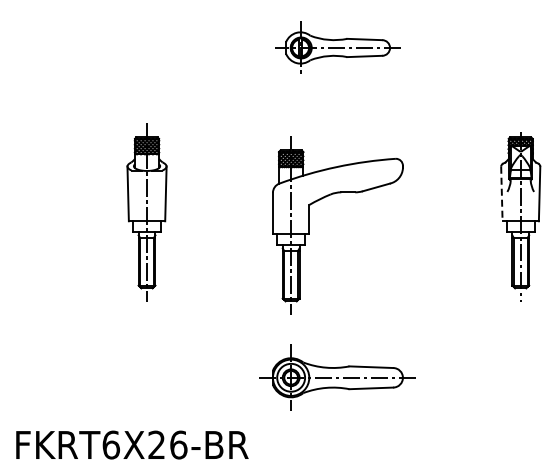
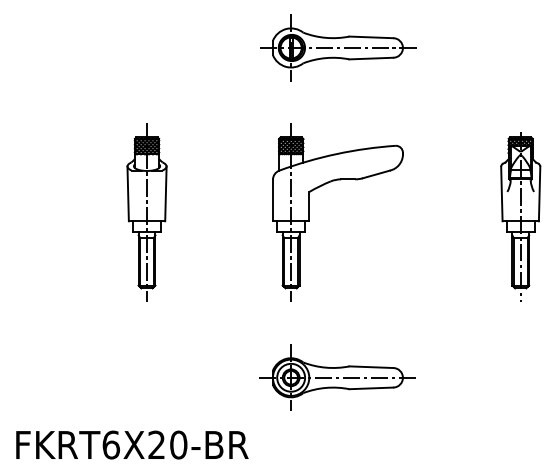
part at (337, 47) size: 126x53 px -> 157x68 px
line at (501, 194): dashed -> solid
part at (309, 225) position: (309, 225) -> (309, 212)
text at (178, 444): FKRT6X26-BR -> FKRT6X20-BR
